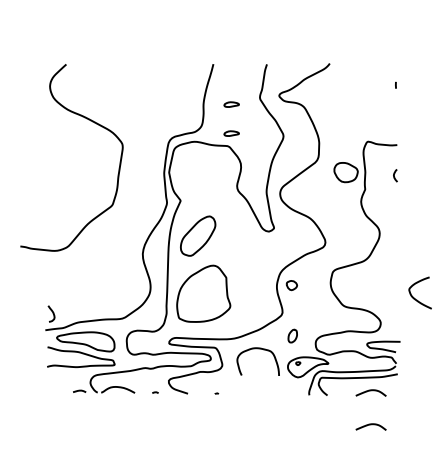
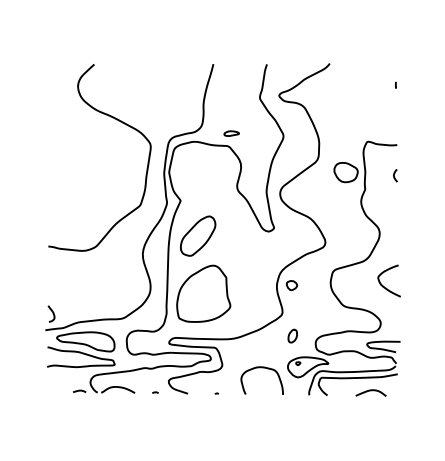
part at (231, 104): present -> none
curve at (90, 121) position: (90, 121) -> (118, 121)
curve at (414, 297) position: (414, 297) -> (383, 285)
curve at (257, 349) position: (257, 349) -> (261, 368)
curve at (370, 425): present -> none
